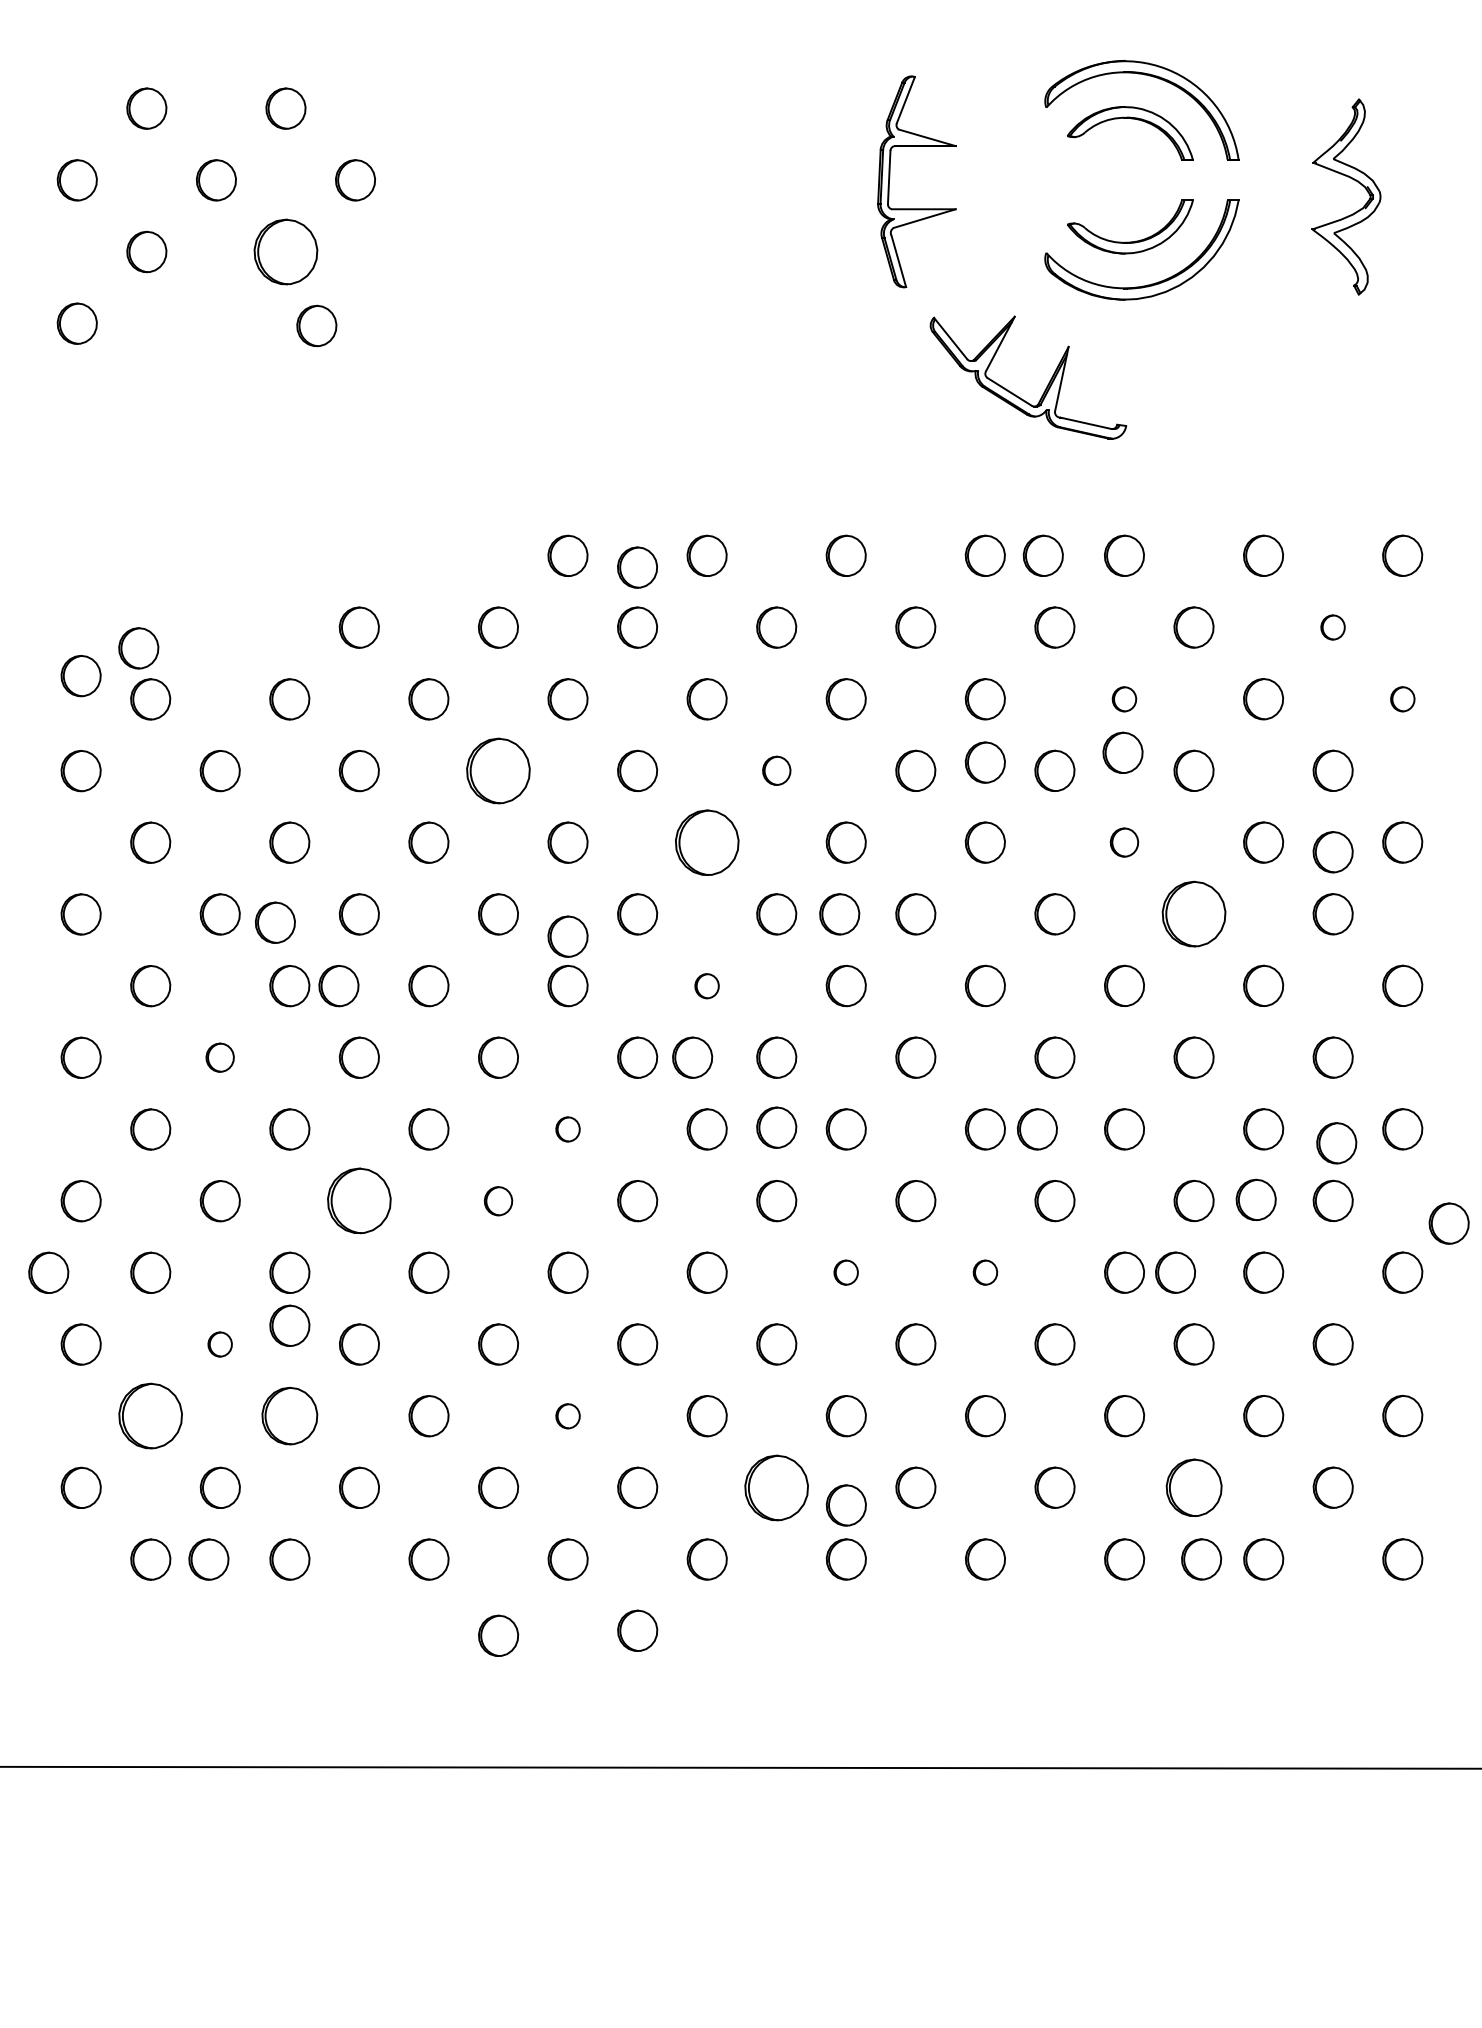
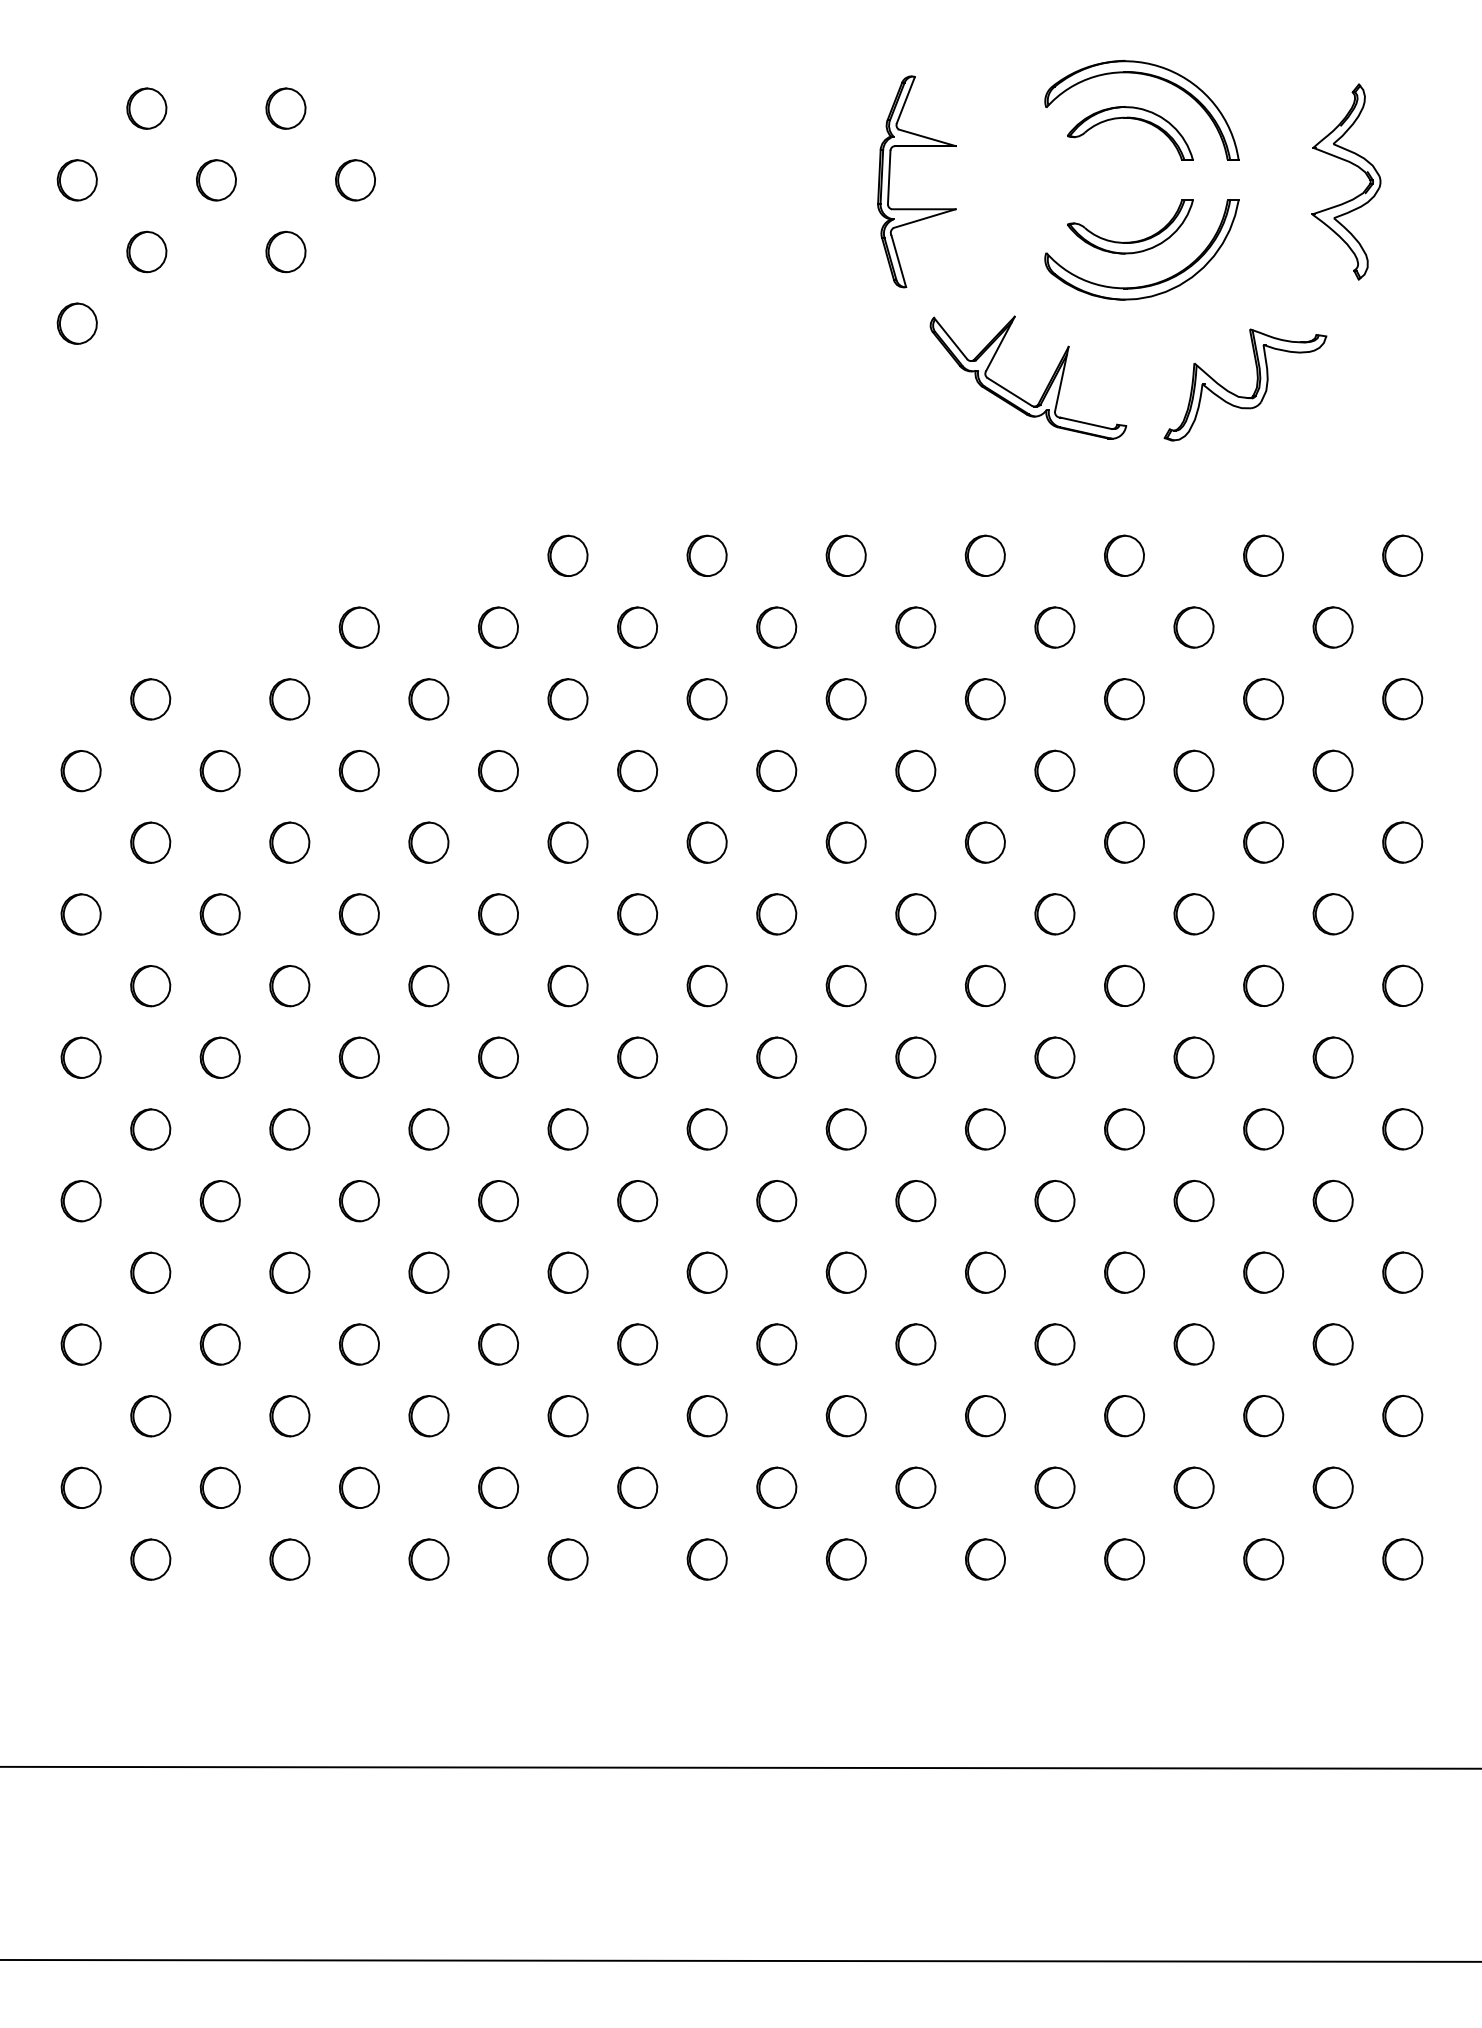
part at (1353, 180) position: (1353, 180) -> (1353, 165)
part at (285, 251) size: 66x68 px -> 42x44 px
part at (316, 325): present -> none
part at (1255, 388): none -> present
part at (1042, 555): present -> none
part at (637, 567): present -> none
part at (1332, 627) size: 26x27 px -> 42x43 px
part at (138, 648): present -> none
part at (80, 676): present -> none
part at (1124, 699) size: 27x27 px -> 41x43 px
part at (1402, 699) size: 26x27 px -> 42x43 px
part at (1122, 752): present -> none
part at (984, 762): present -> none
part at (498, 770) size: 65x68 px -> 41x44 px
part at (776, 770) size: 30x31 px -> 42x43 px
part at (707, 842) size: 65x67 px -> 42x43 px
part at (1124, 842) size: 31x31 px -> 41x43 px
part at (1332, 852): present -> none
part at (1193, 913) size: 66x68 px -> 42x43 px
part at (839, 914): present -> none
part at (274, 922): present -> none
part at (567, 936): present -> none
part at (338, 986): present -> none
part at (706, 986) size: 26x27 px -> 42x43 px
part at (219, 1057) size: 30x31 px -> 42x43 px
part at (692, 1057): present -> none
part at (776, 1127): present -> none
part at (567, 1129) size: 26x27 px -> 42x43 px
part at (1037, 1129): present -> none
part at (1336, 1143): present -> none
part at (1255, 1199): present -> none
part at (359, 1200) size: 65x68 px -> 41x43 px
part at (498, 1201) size: 31x31 px -> 41x43 px
part at (1448, 1223): present -> none
part at (48, 1272): present -> none
part at (845, 1272) size: 26x27 px -> 42x43 px
part at (985, 1272) size: 27x27 px -> 41x43 px
part at (1175, 1272): present -> none
part at (289, 1325): present -> none
part at (219, 1344) size: 26x27 px -> 42x43 px
part at (150, 1415) size: 65x68 px -> 42x43 px
part at (289, 1415) size: 58x60 px -> 42x43 px
part at (567, 1416) size: 26x27 px -> 42x43 px
part at (776, 1487) size: 65x68 px -> 42x43 px
part at (1193, 1487) size: 58x59 px -> 42x43 px
part at (845, 1505): present -> none
part at (208, 1559): present -> none
part at (1201, 1559): present -> none
part at (637, 1630): present -> none
part at (498, 1635): present -> none
line at (740, 1960): none -> present
